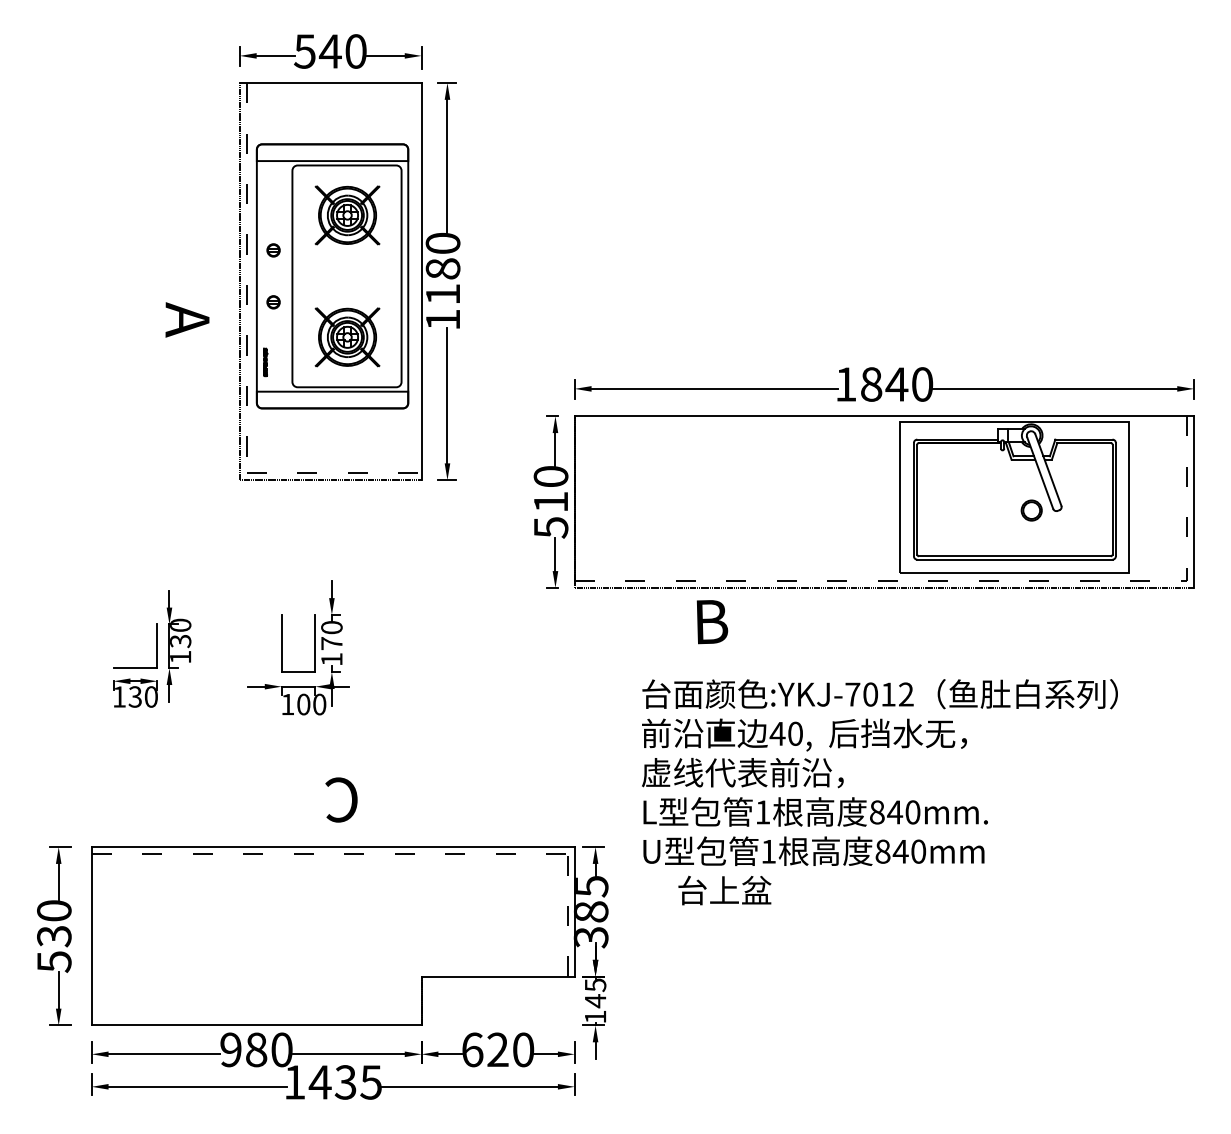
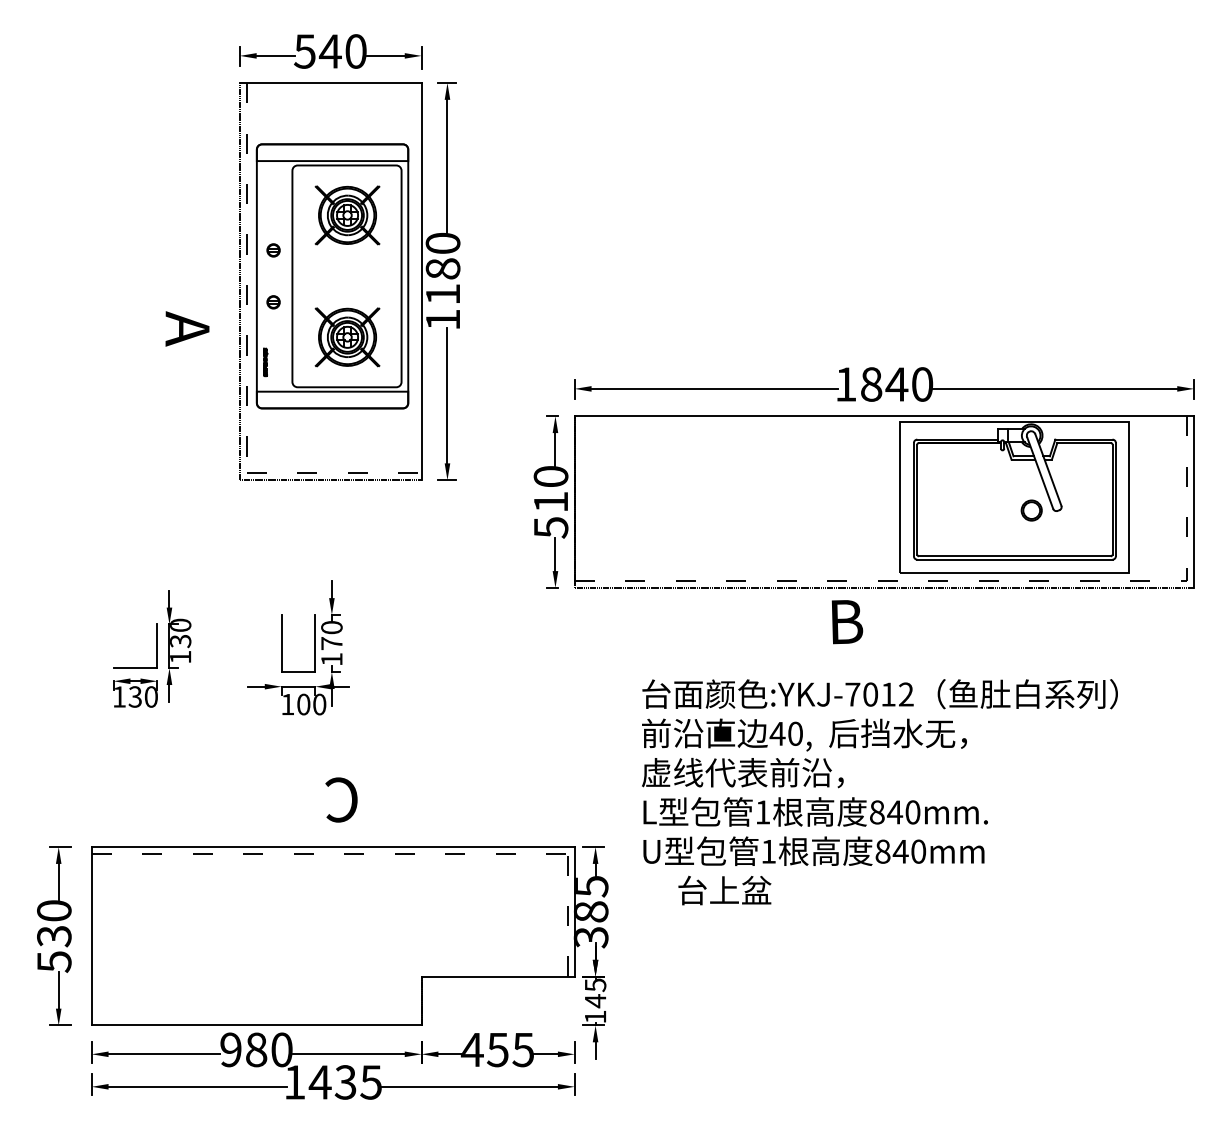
text at (187, 319) position: (187, 319) -> (187, 328)
text at (712, 622) position: (712, 622) -> (847, 622)
text at (497, 1049): 620 -> 455
